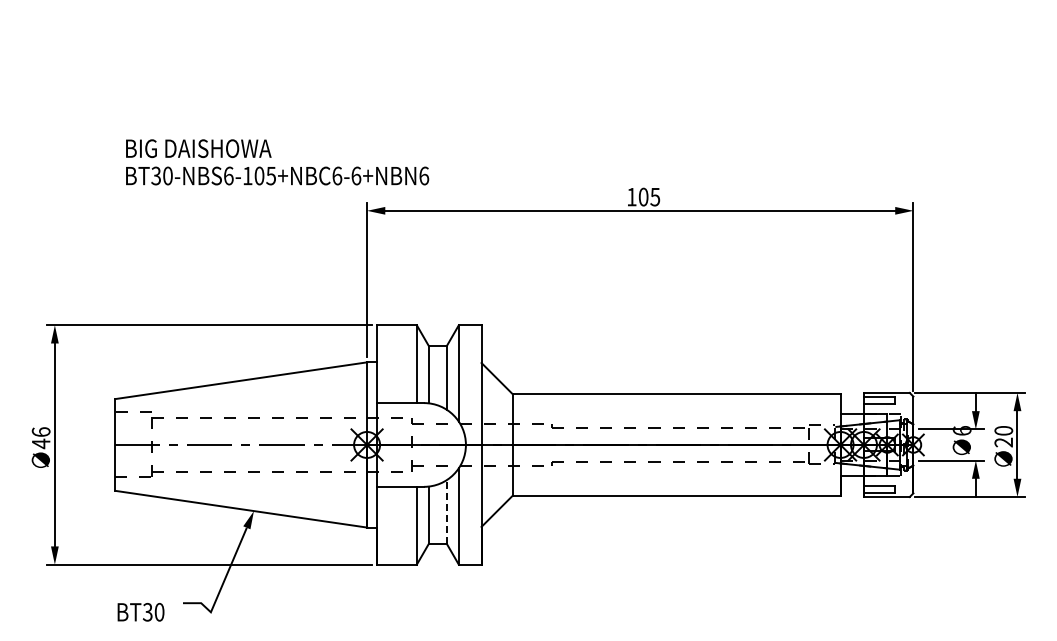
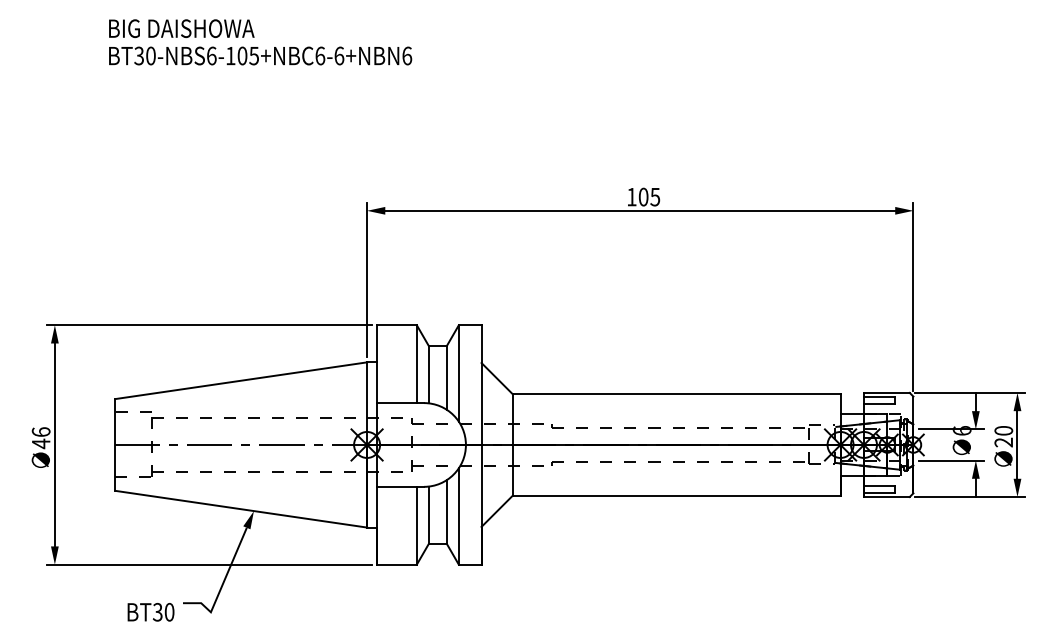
text at (277, 162) position: (277, 162) -> (260, 42)
line at (446, 511): dashed -> solid
text at (140, 612) position: (140, 612) -> (150, 612)
